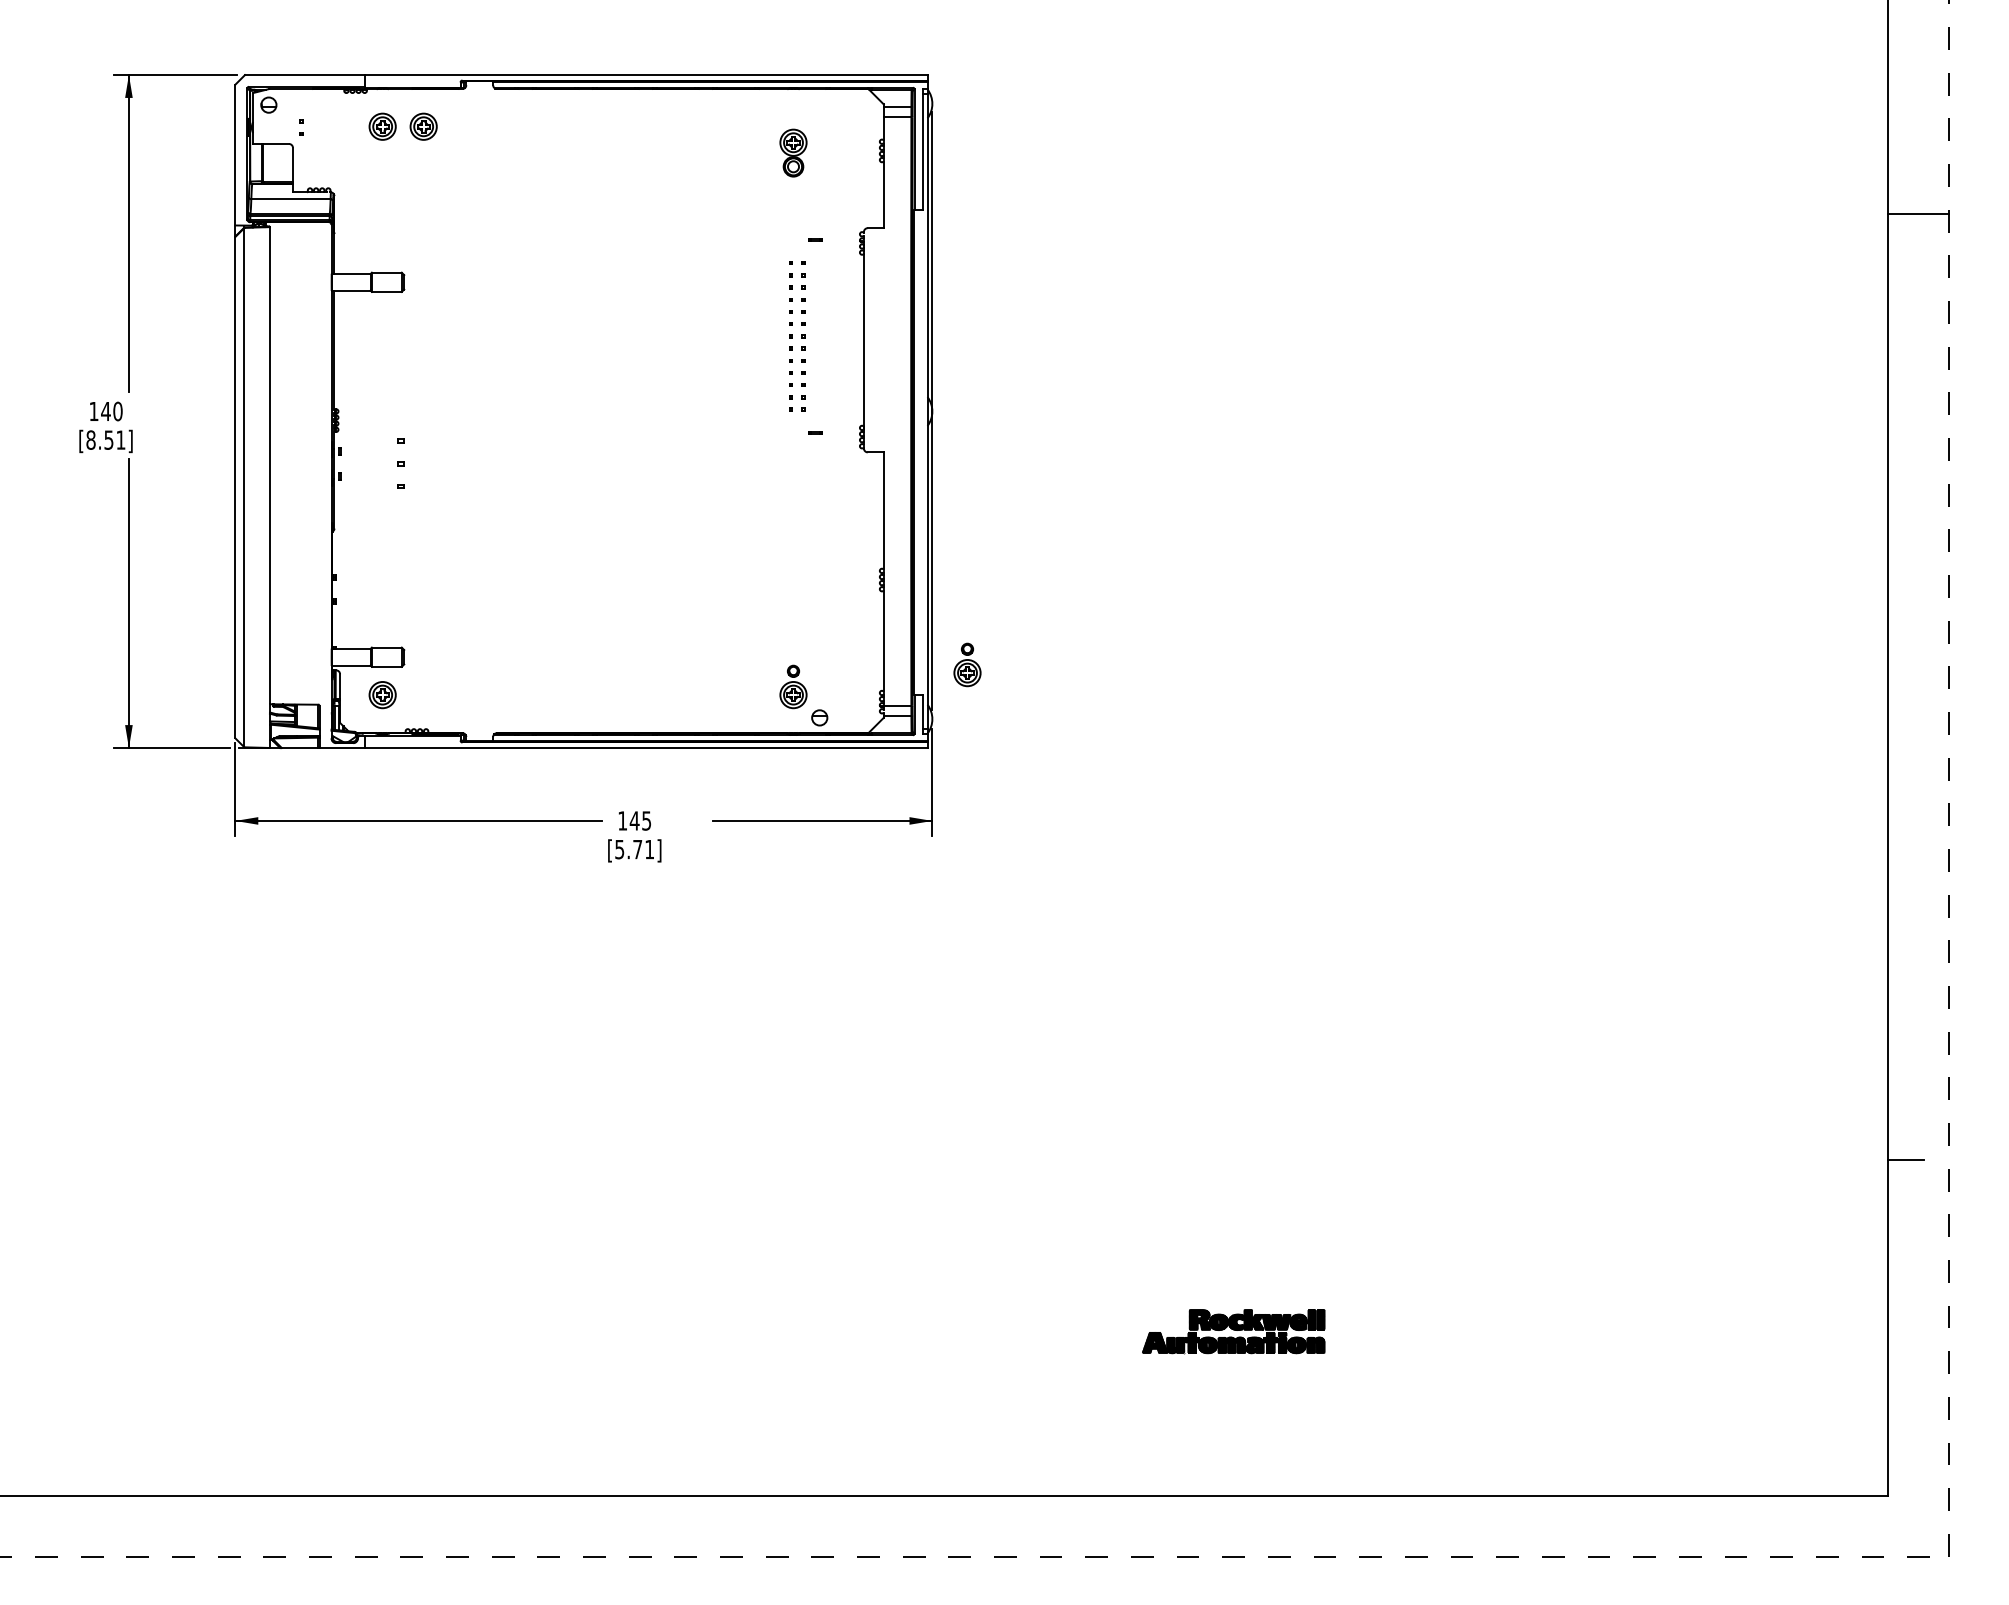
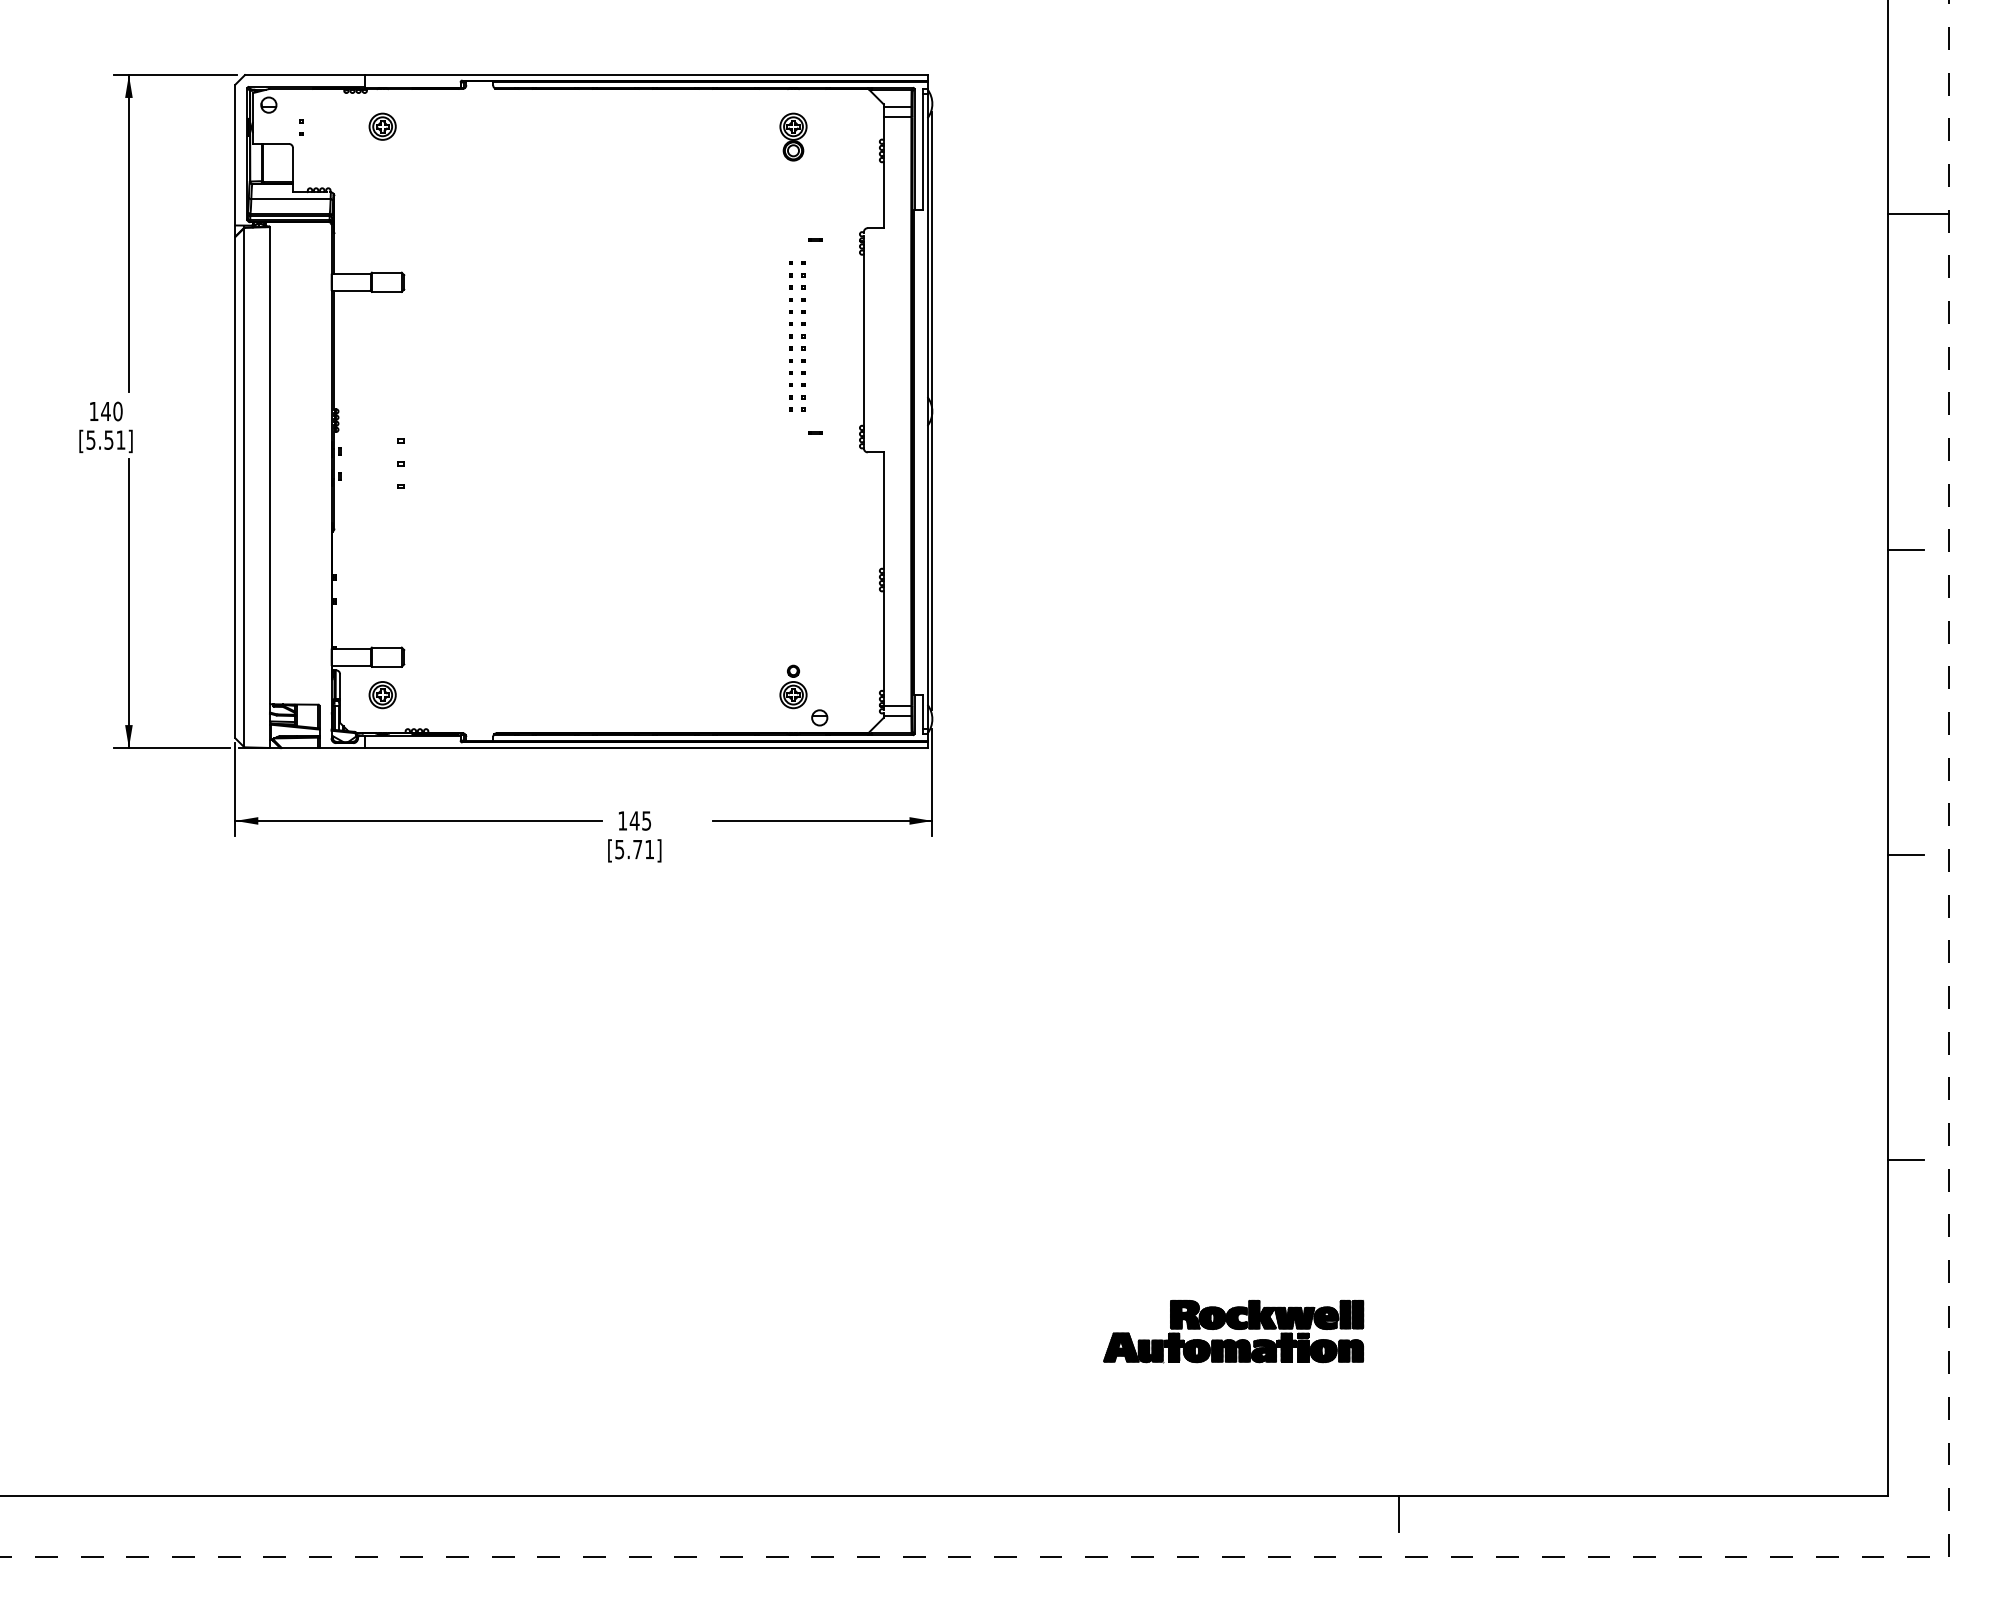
part at (423, 126): present -> none
part at (793, 152) position: (793, 152) -> (793, 136)
text at (90, 439): [8.51] -> [5.51]
line at (1905, 549): none -> present
part at (967, 664): present -> none
line at (1905, 854): none -> present
part at (1233, 1331) size: 184x46 px -> 262x64 px
line at (1399, 1513): none -> present
